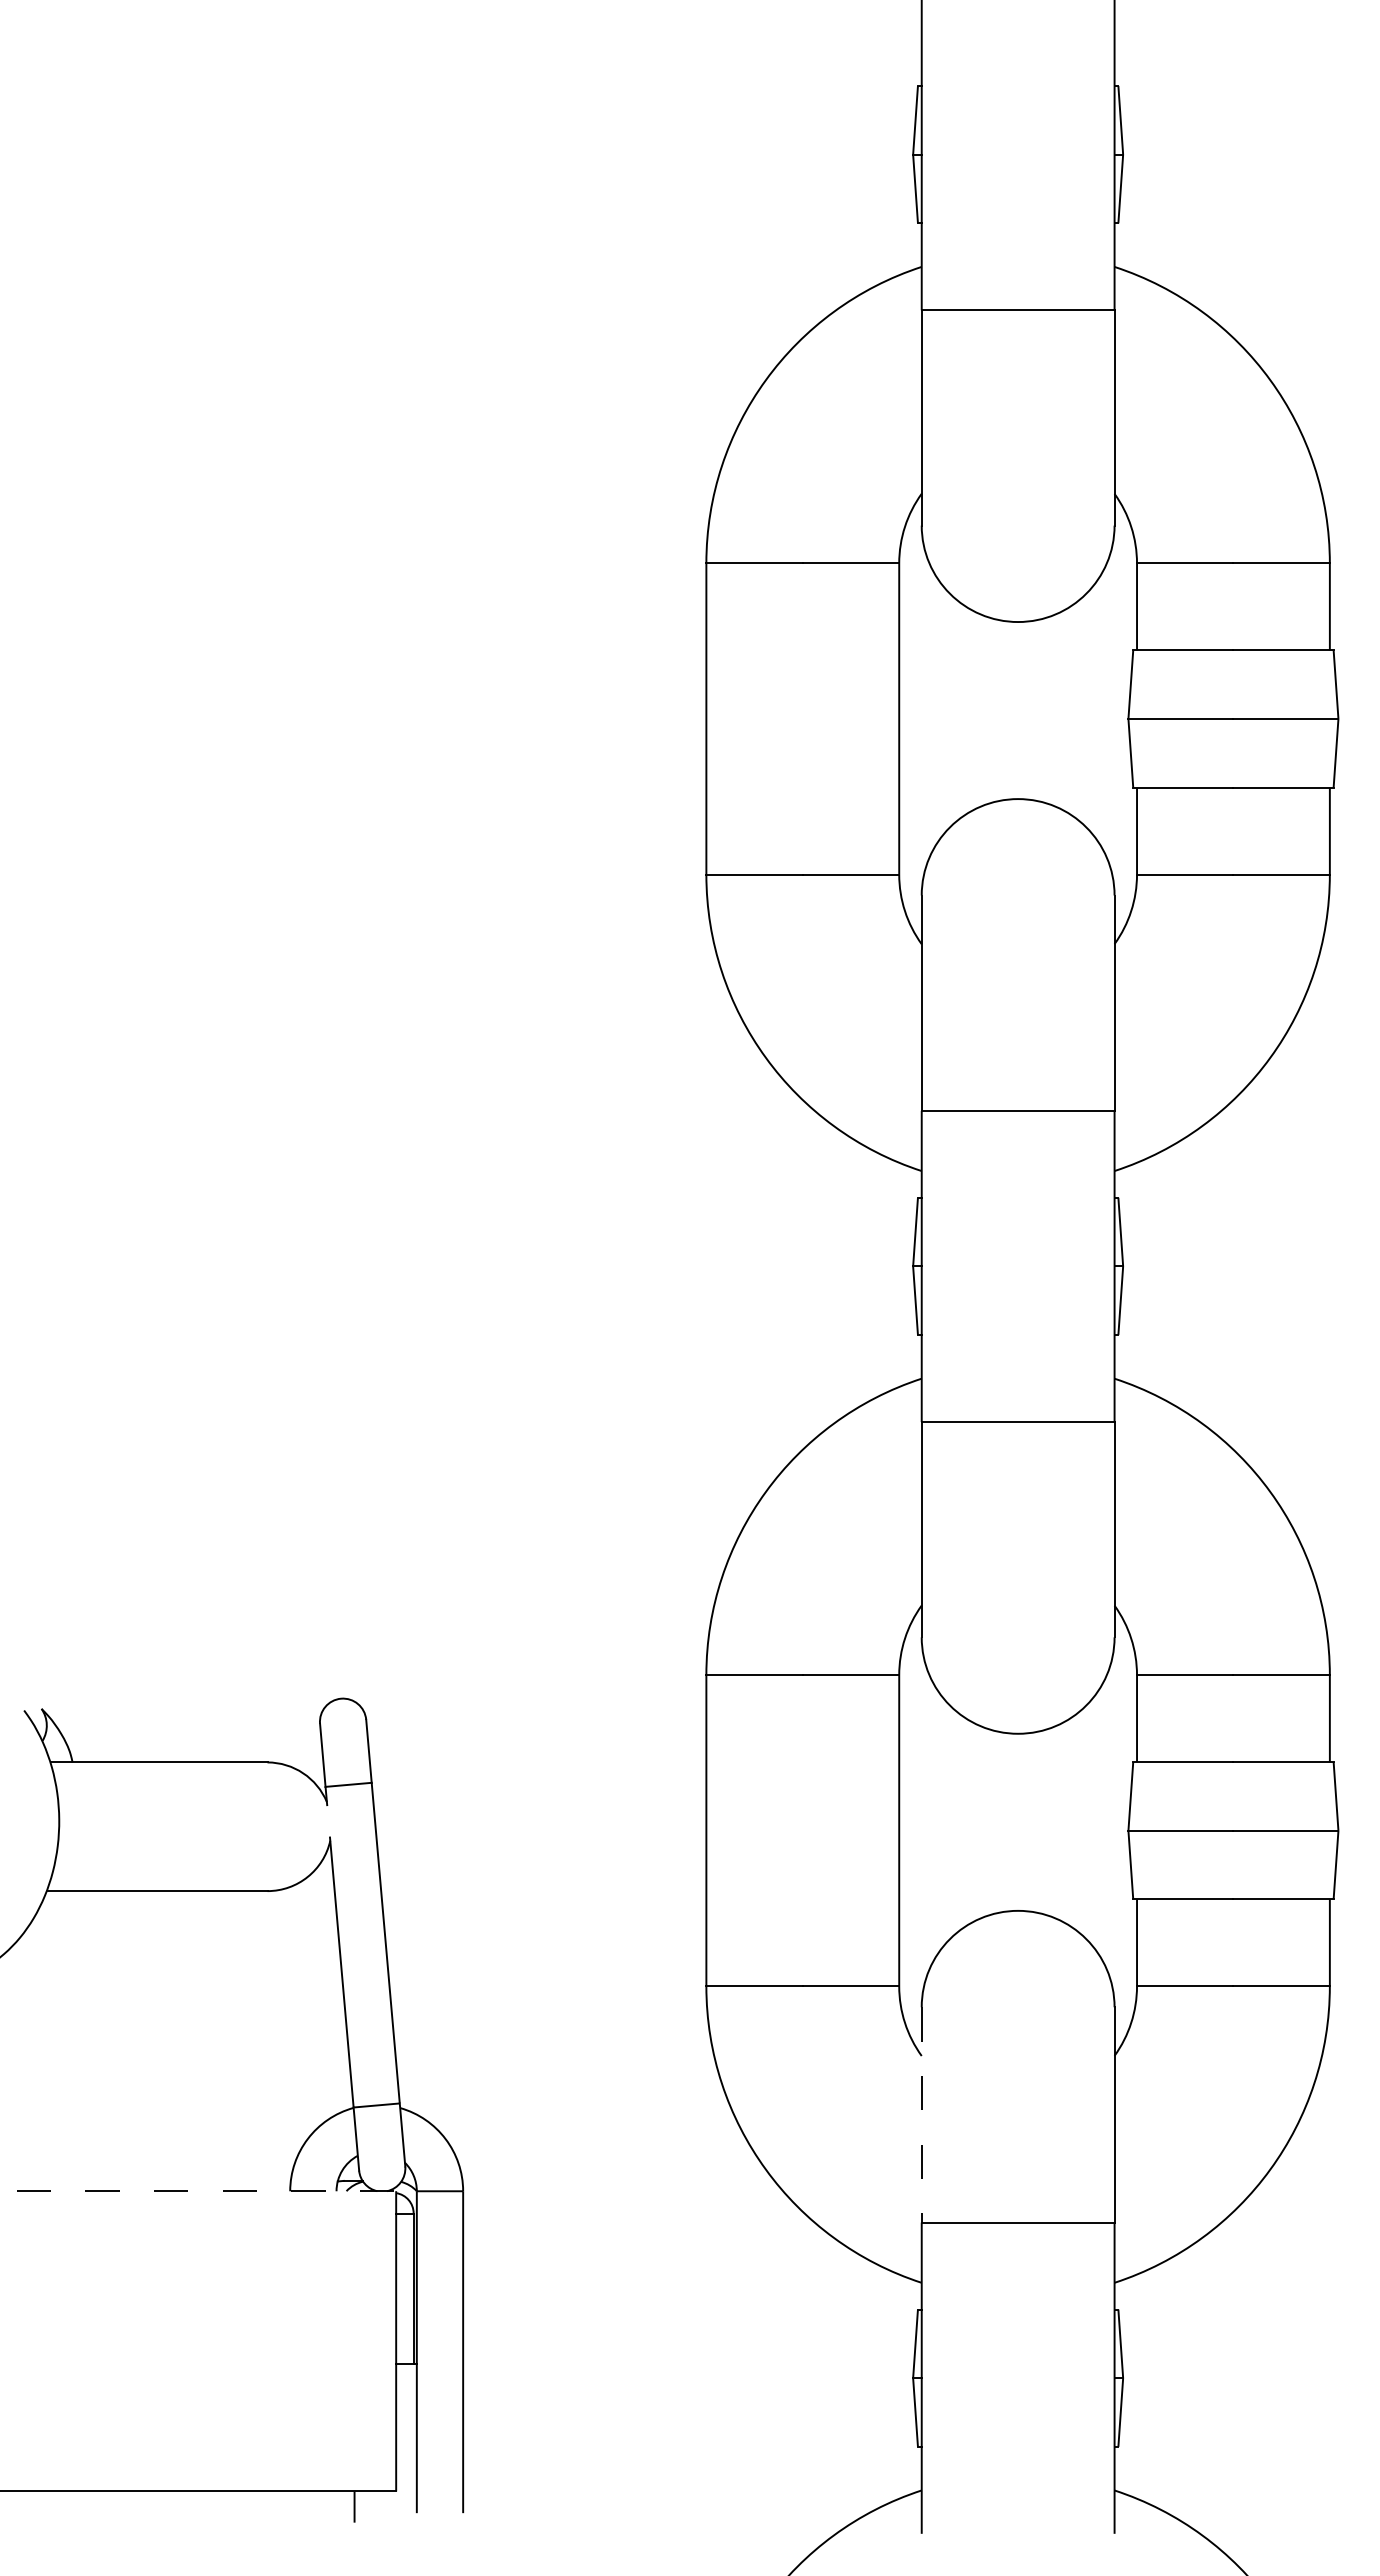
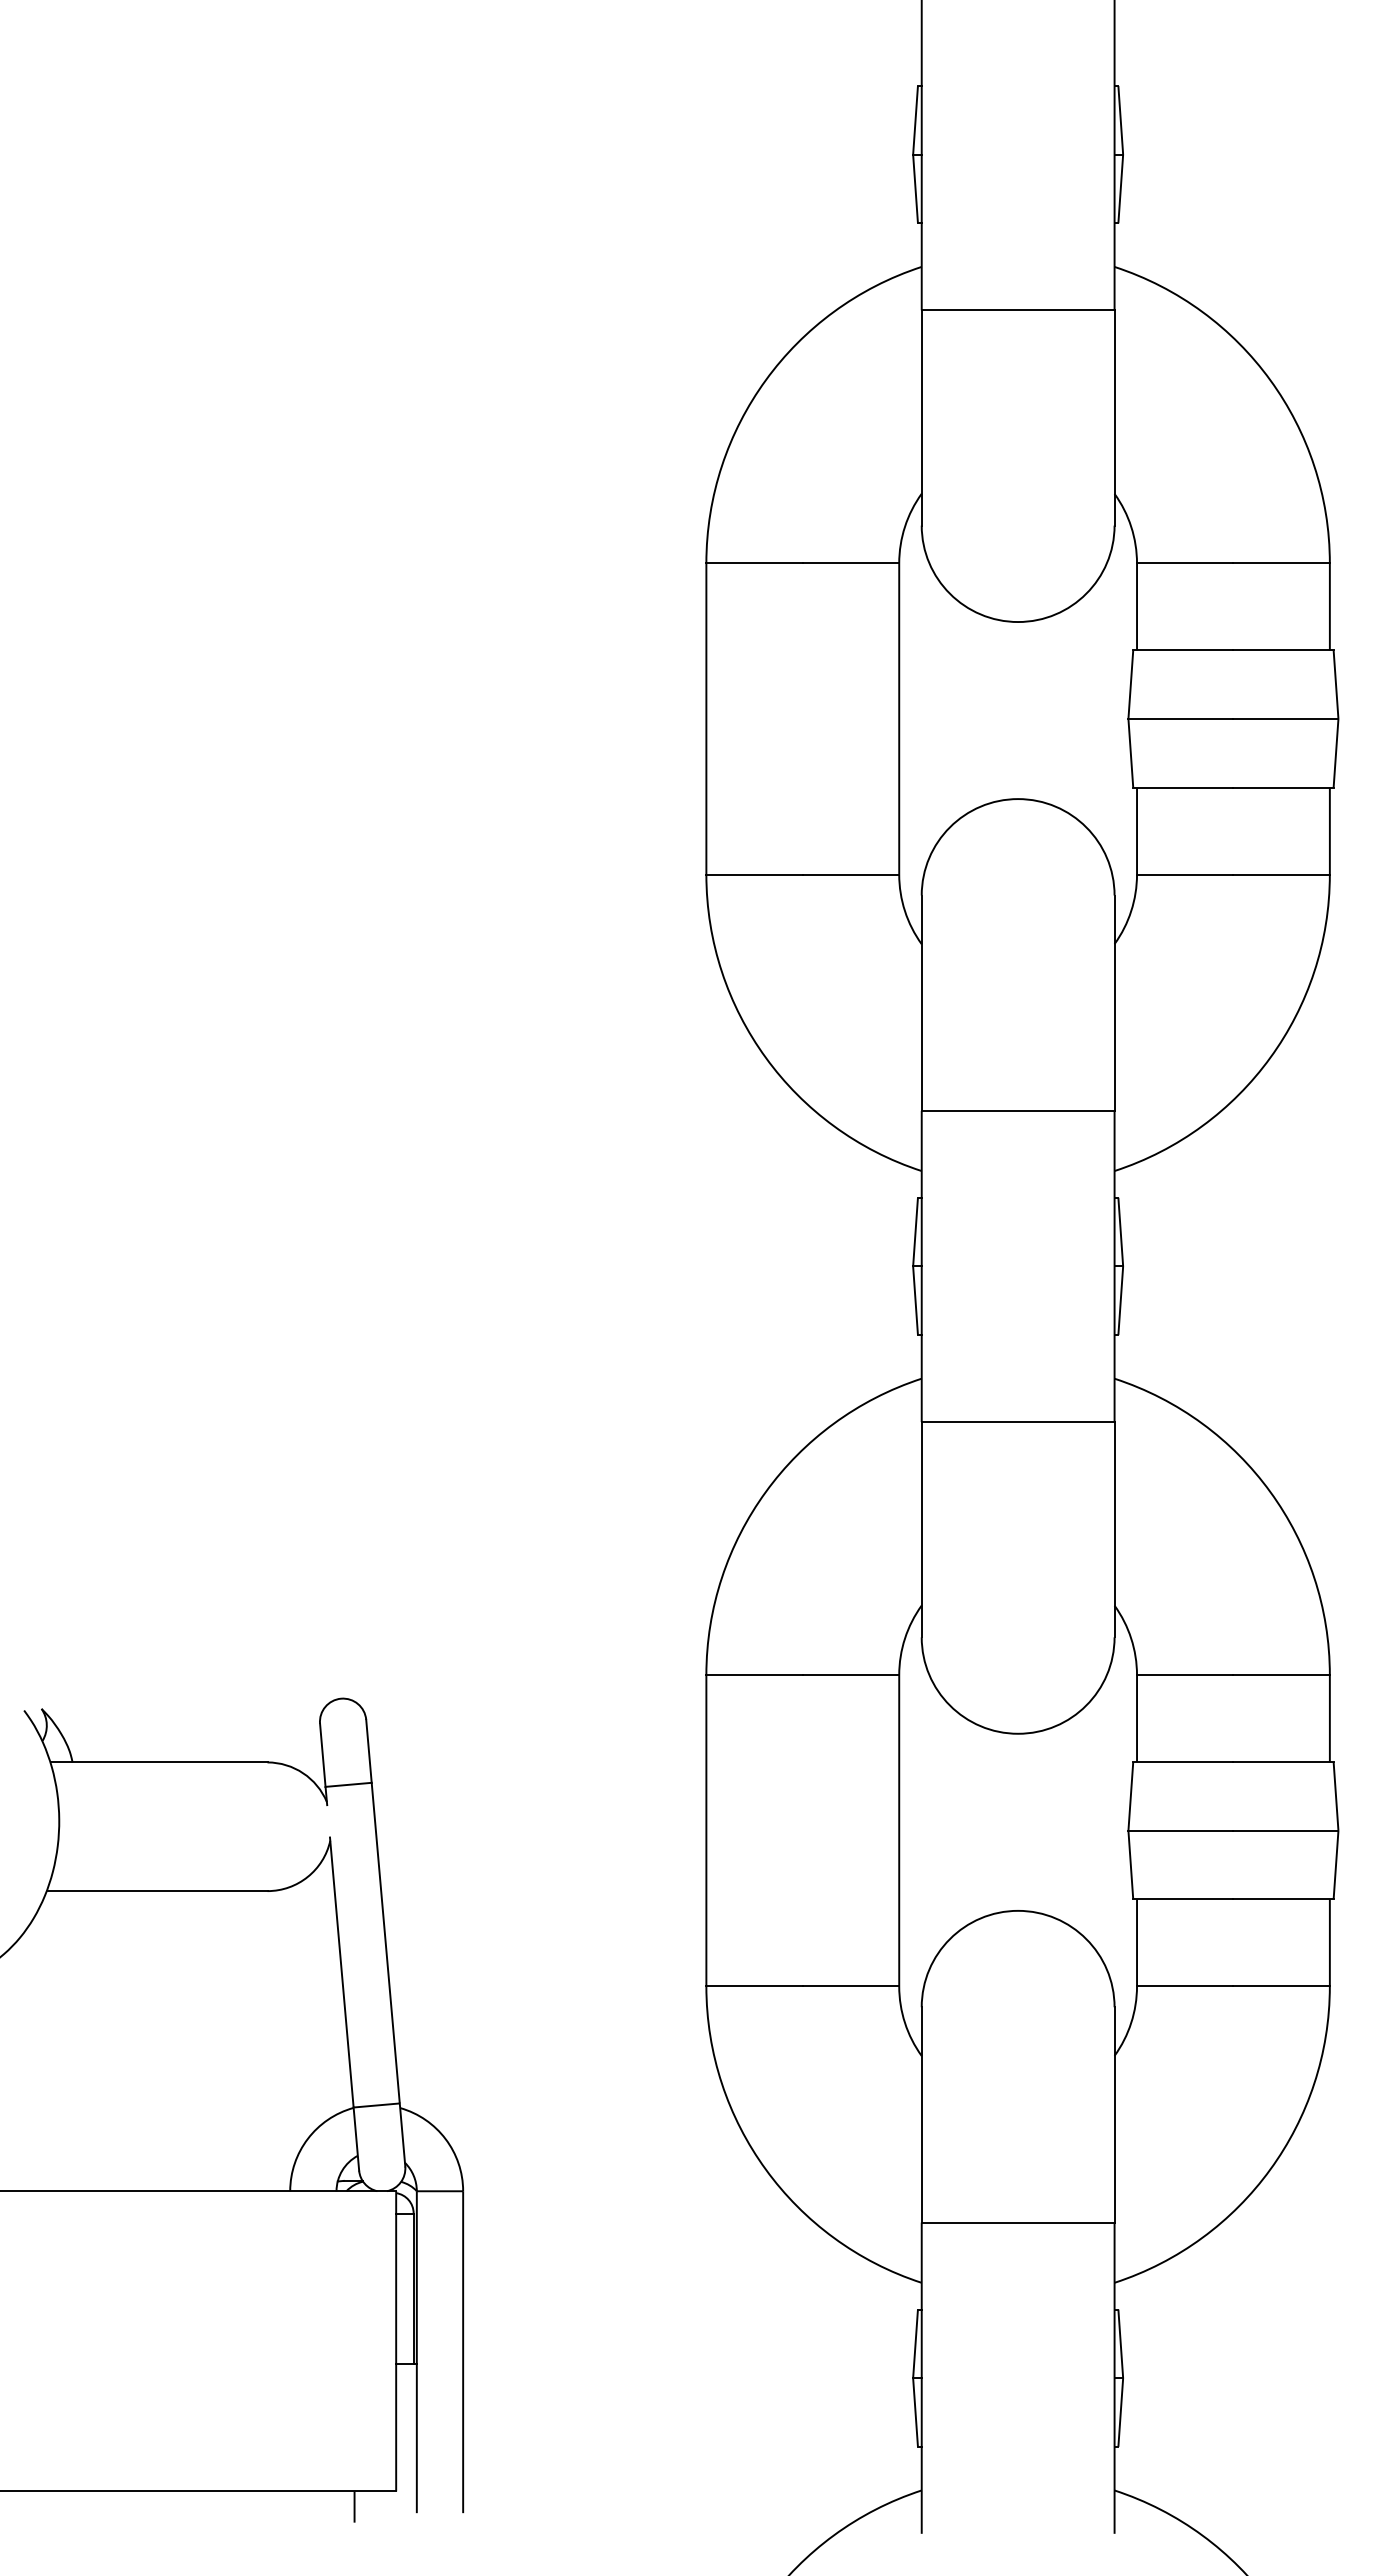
line at (921, 2114): dashed -> solid
line at (198, 2191): dashed -> solid
